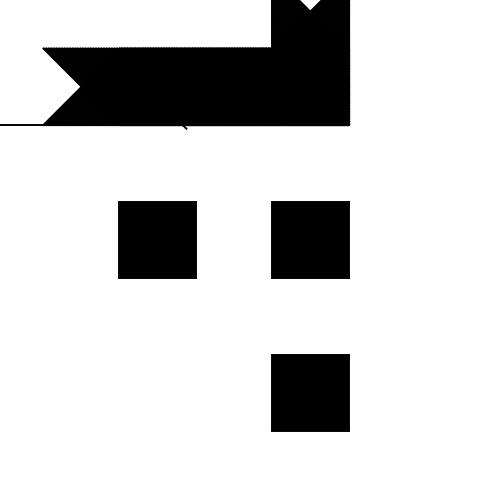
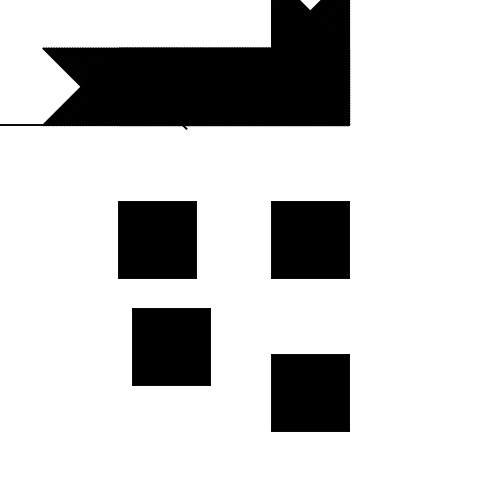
part at (171, 346): none -> present
